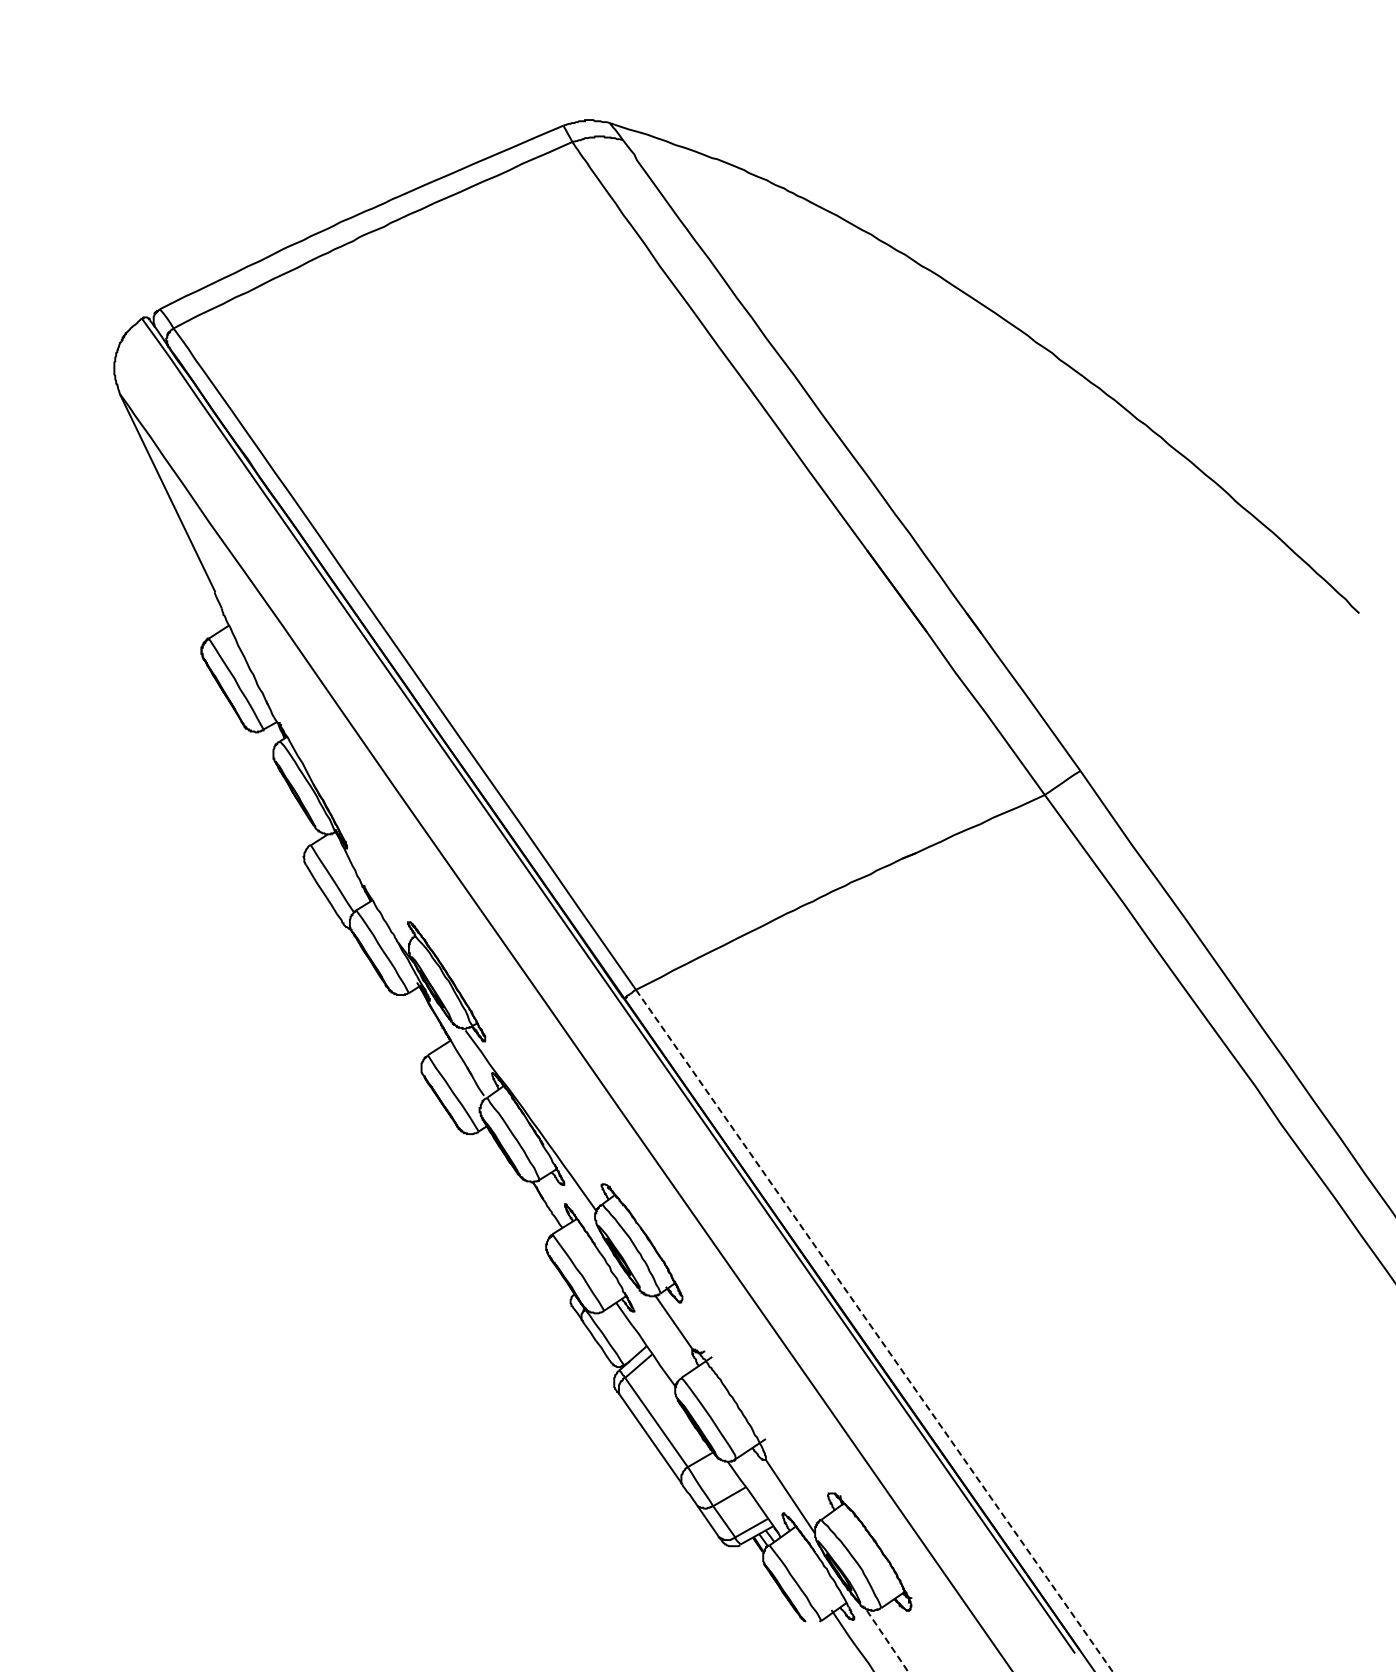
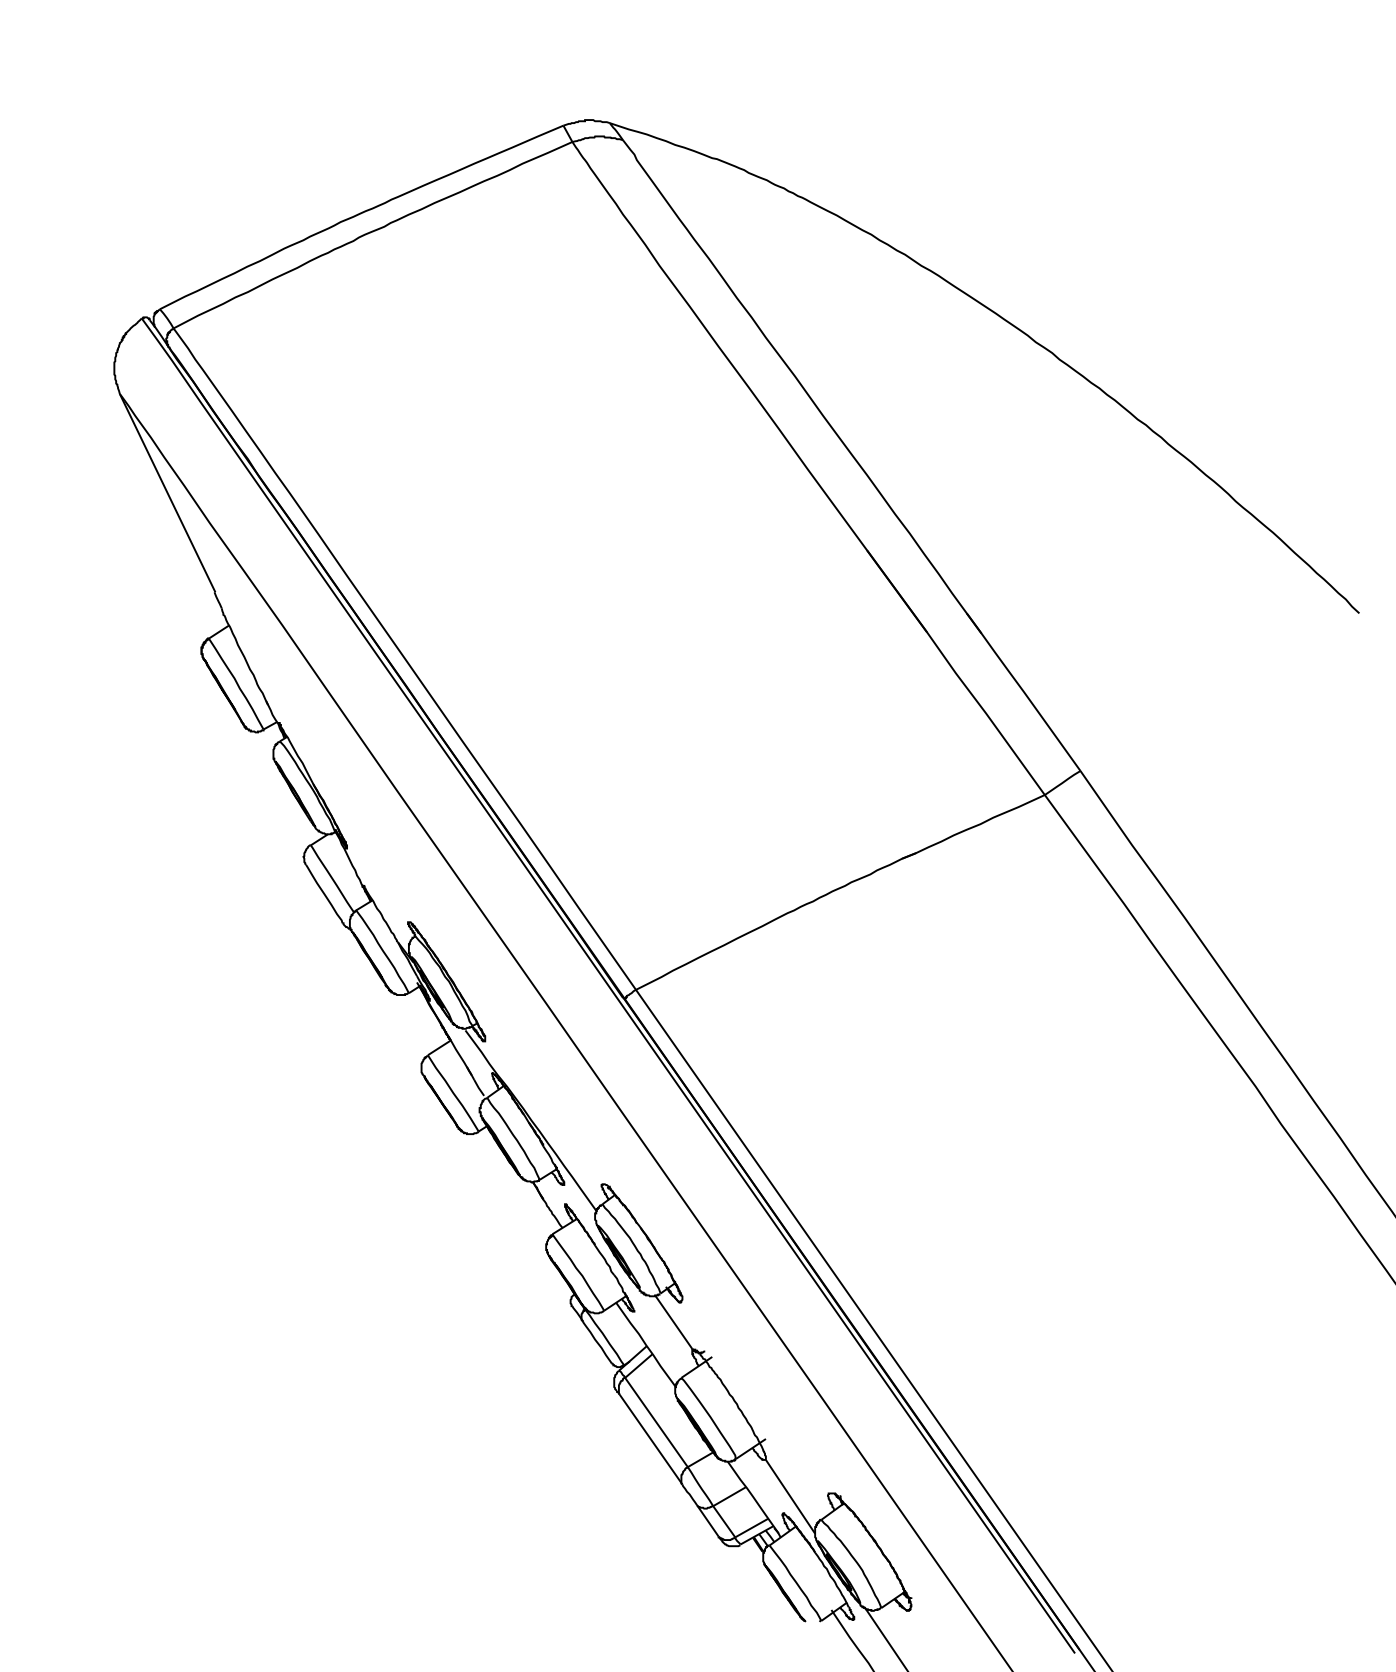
line at (874, 1331): dashed -> solid
line at (886, 1639): dashed -> solid
